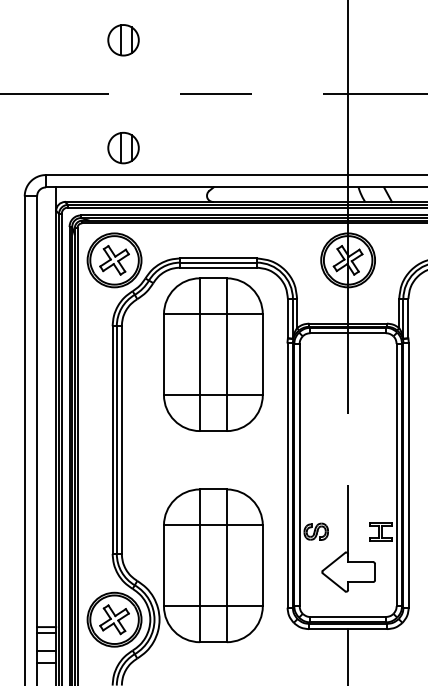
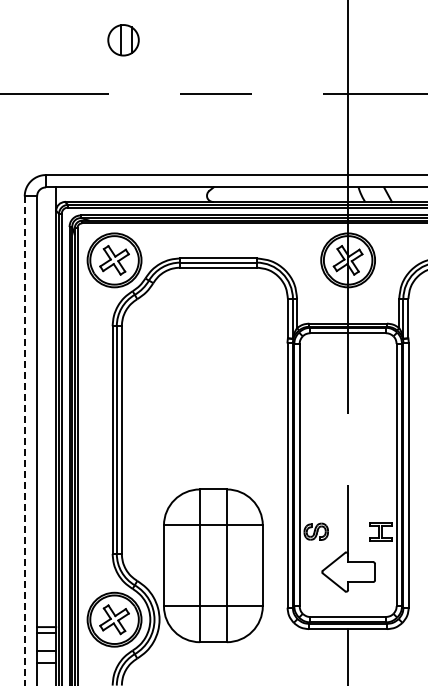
part at (123, 147): present -> none
part at (213, 354): present -> none
line at (24, 440): solid -> dashed
